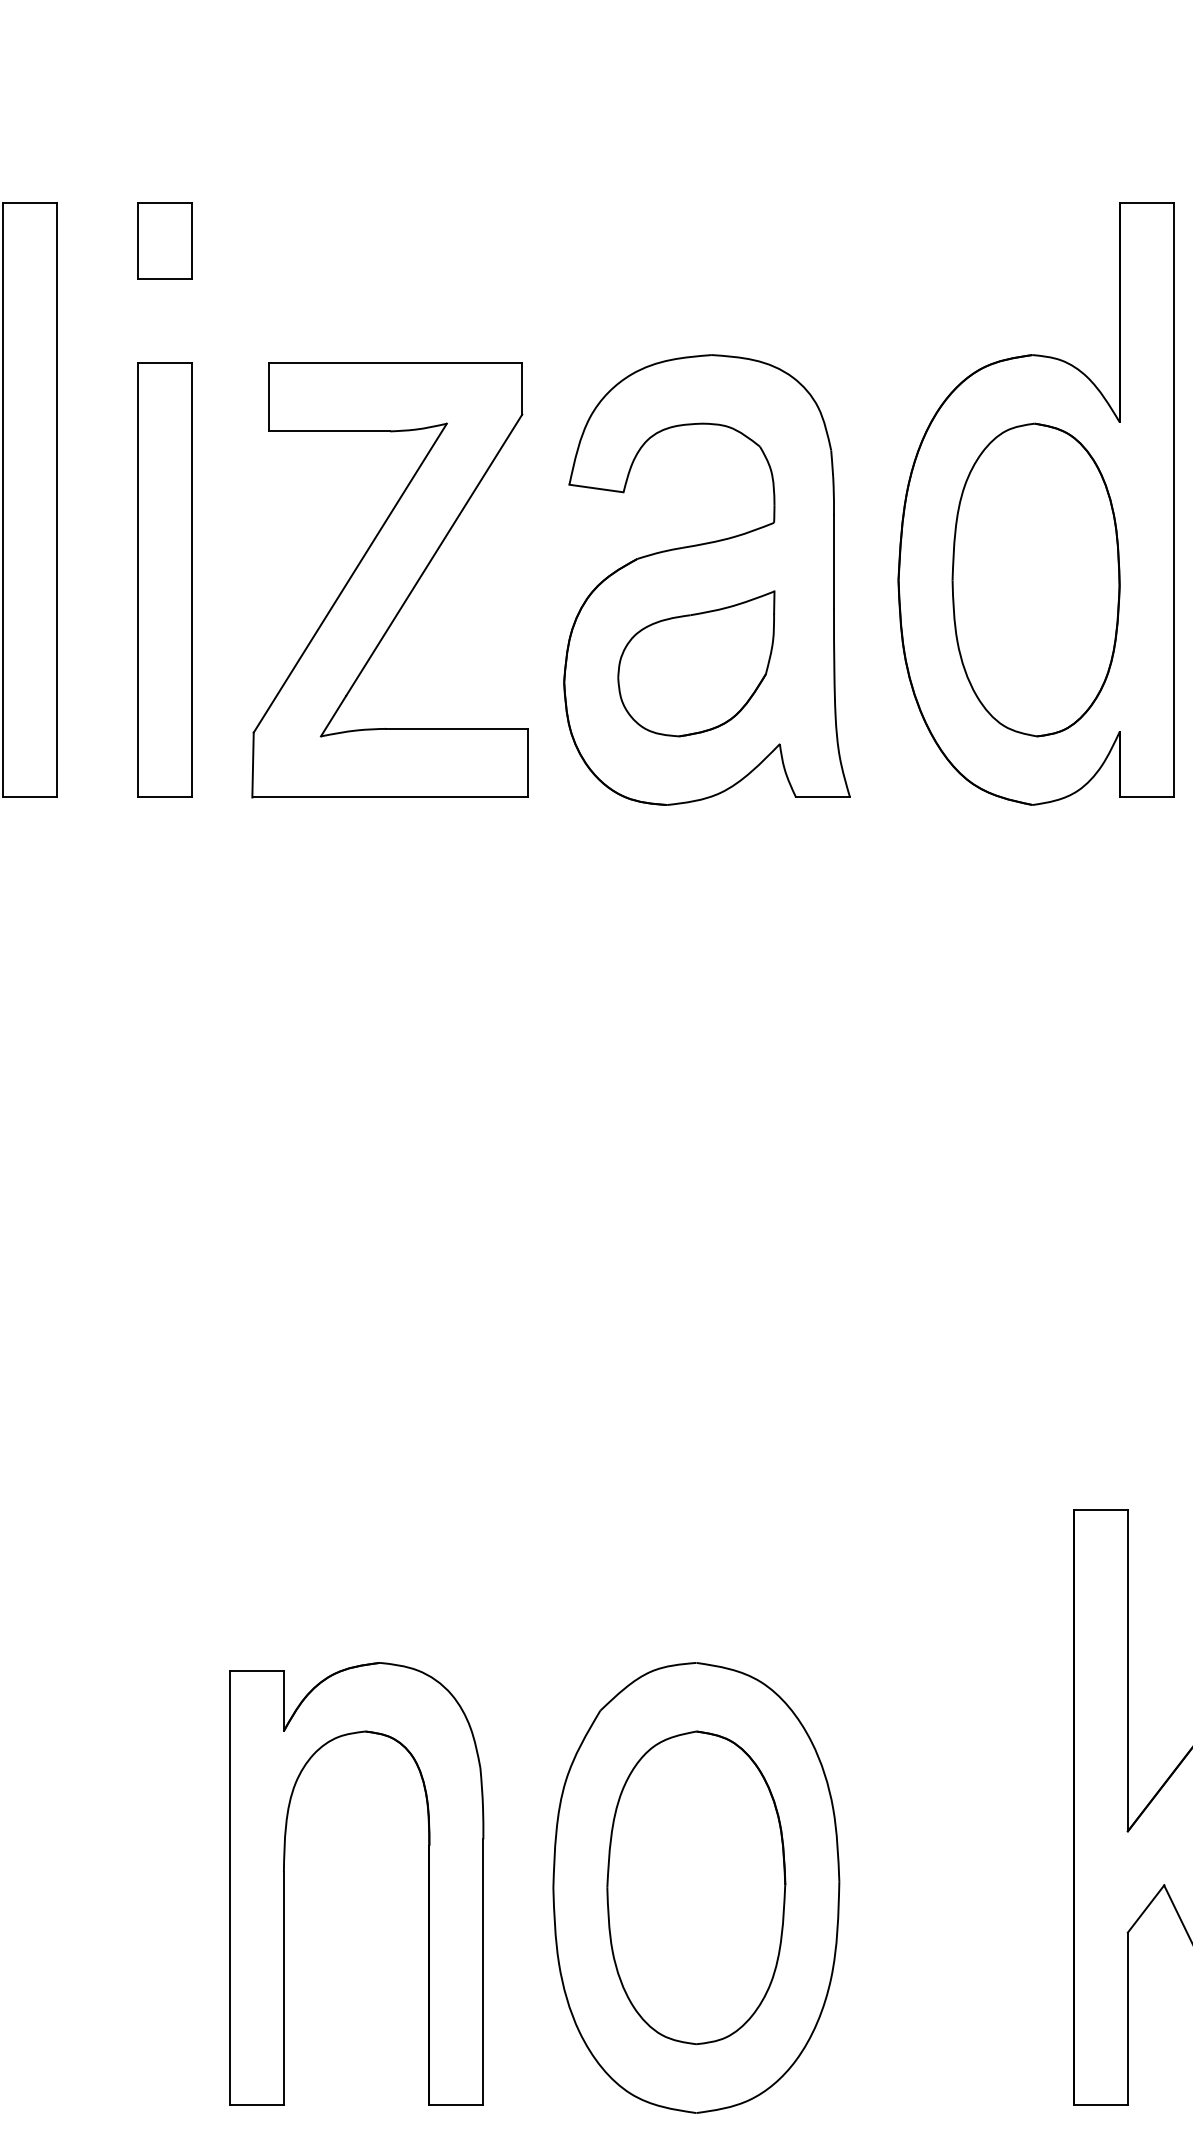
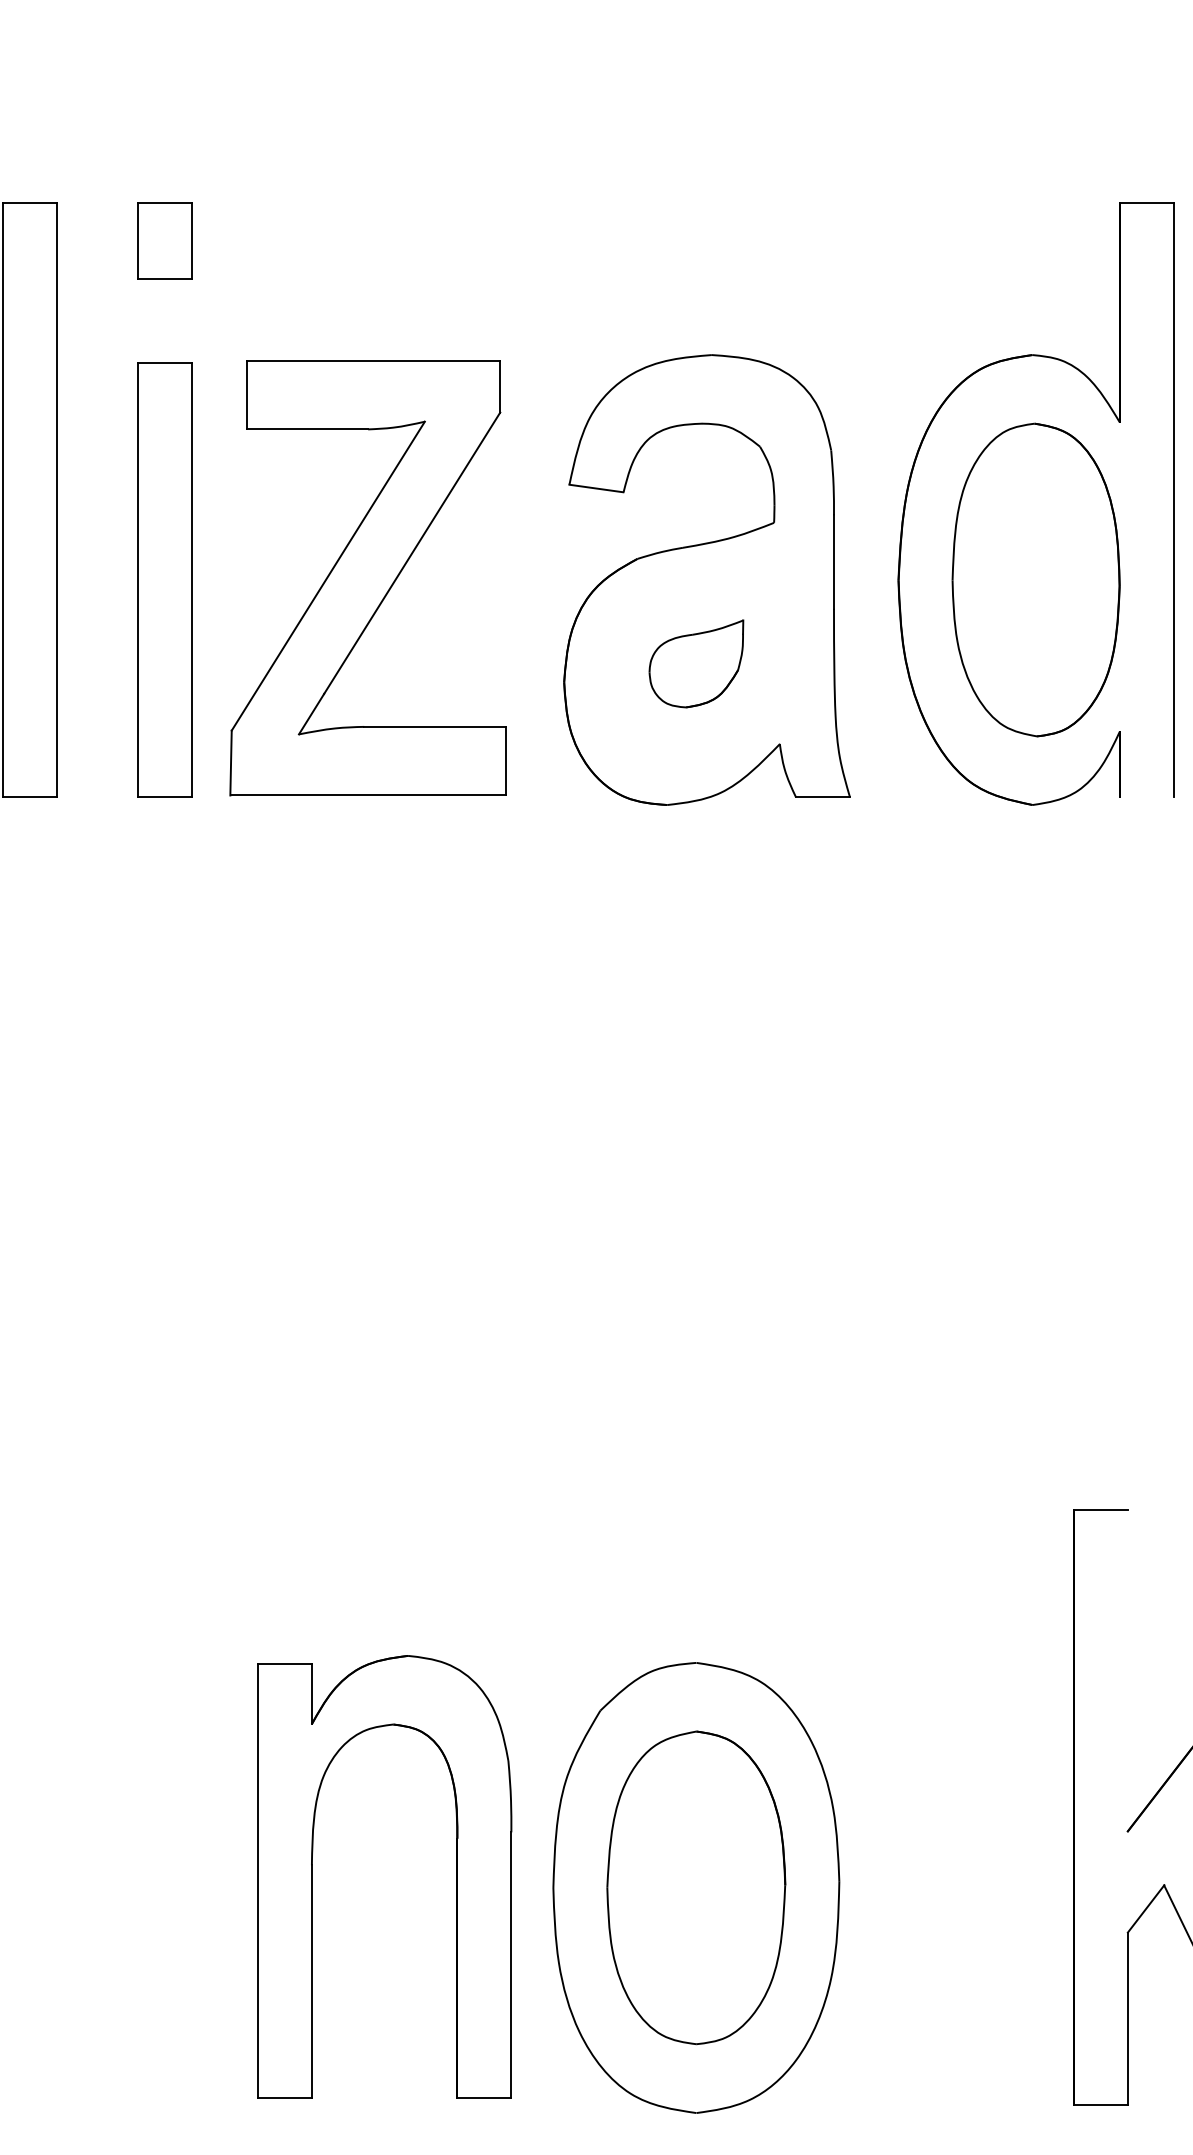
part at (389, 580) position: (389, 580) -> (367, 578)
part at (696, 663) size: 159x148 px -> 97x90 px
line at (1146, 797): present -> none
line at (1127, 1670): present -> none
part at (284, 1883) position: (284, 1883) -> (312, 1876)
